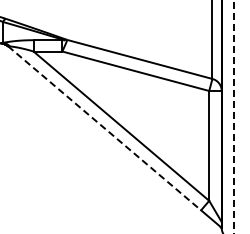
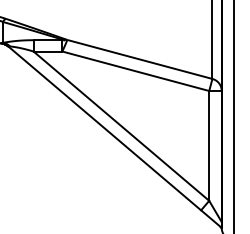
line at (234, 116): dashed -> solid
line at (104, 128): dashed -> solid
